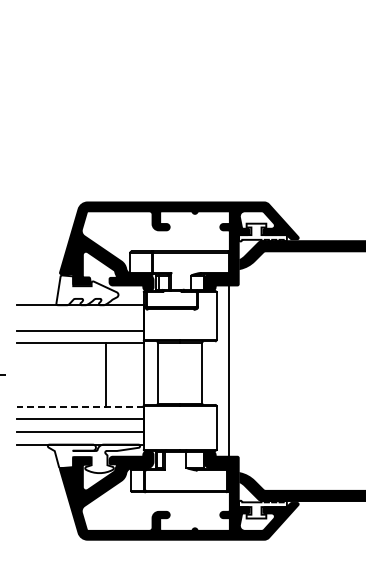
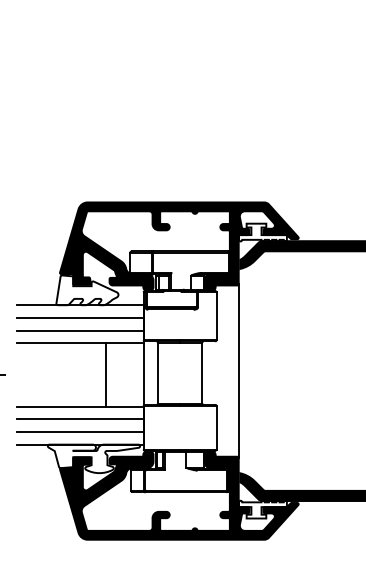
line at (79, 317): none -> present
line at (228, 371) position: (228, 371) -> (238, 371)
line at (79, 406): dashed -> solid
